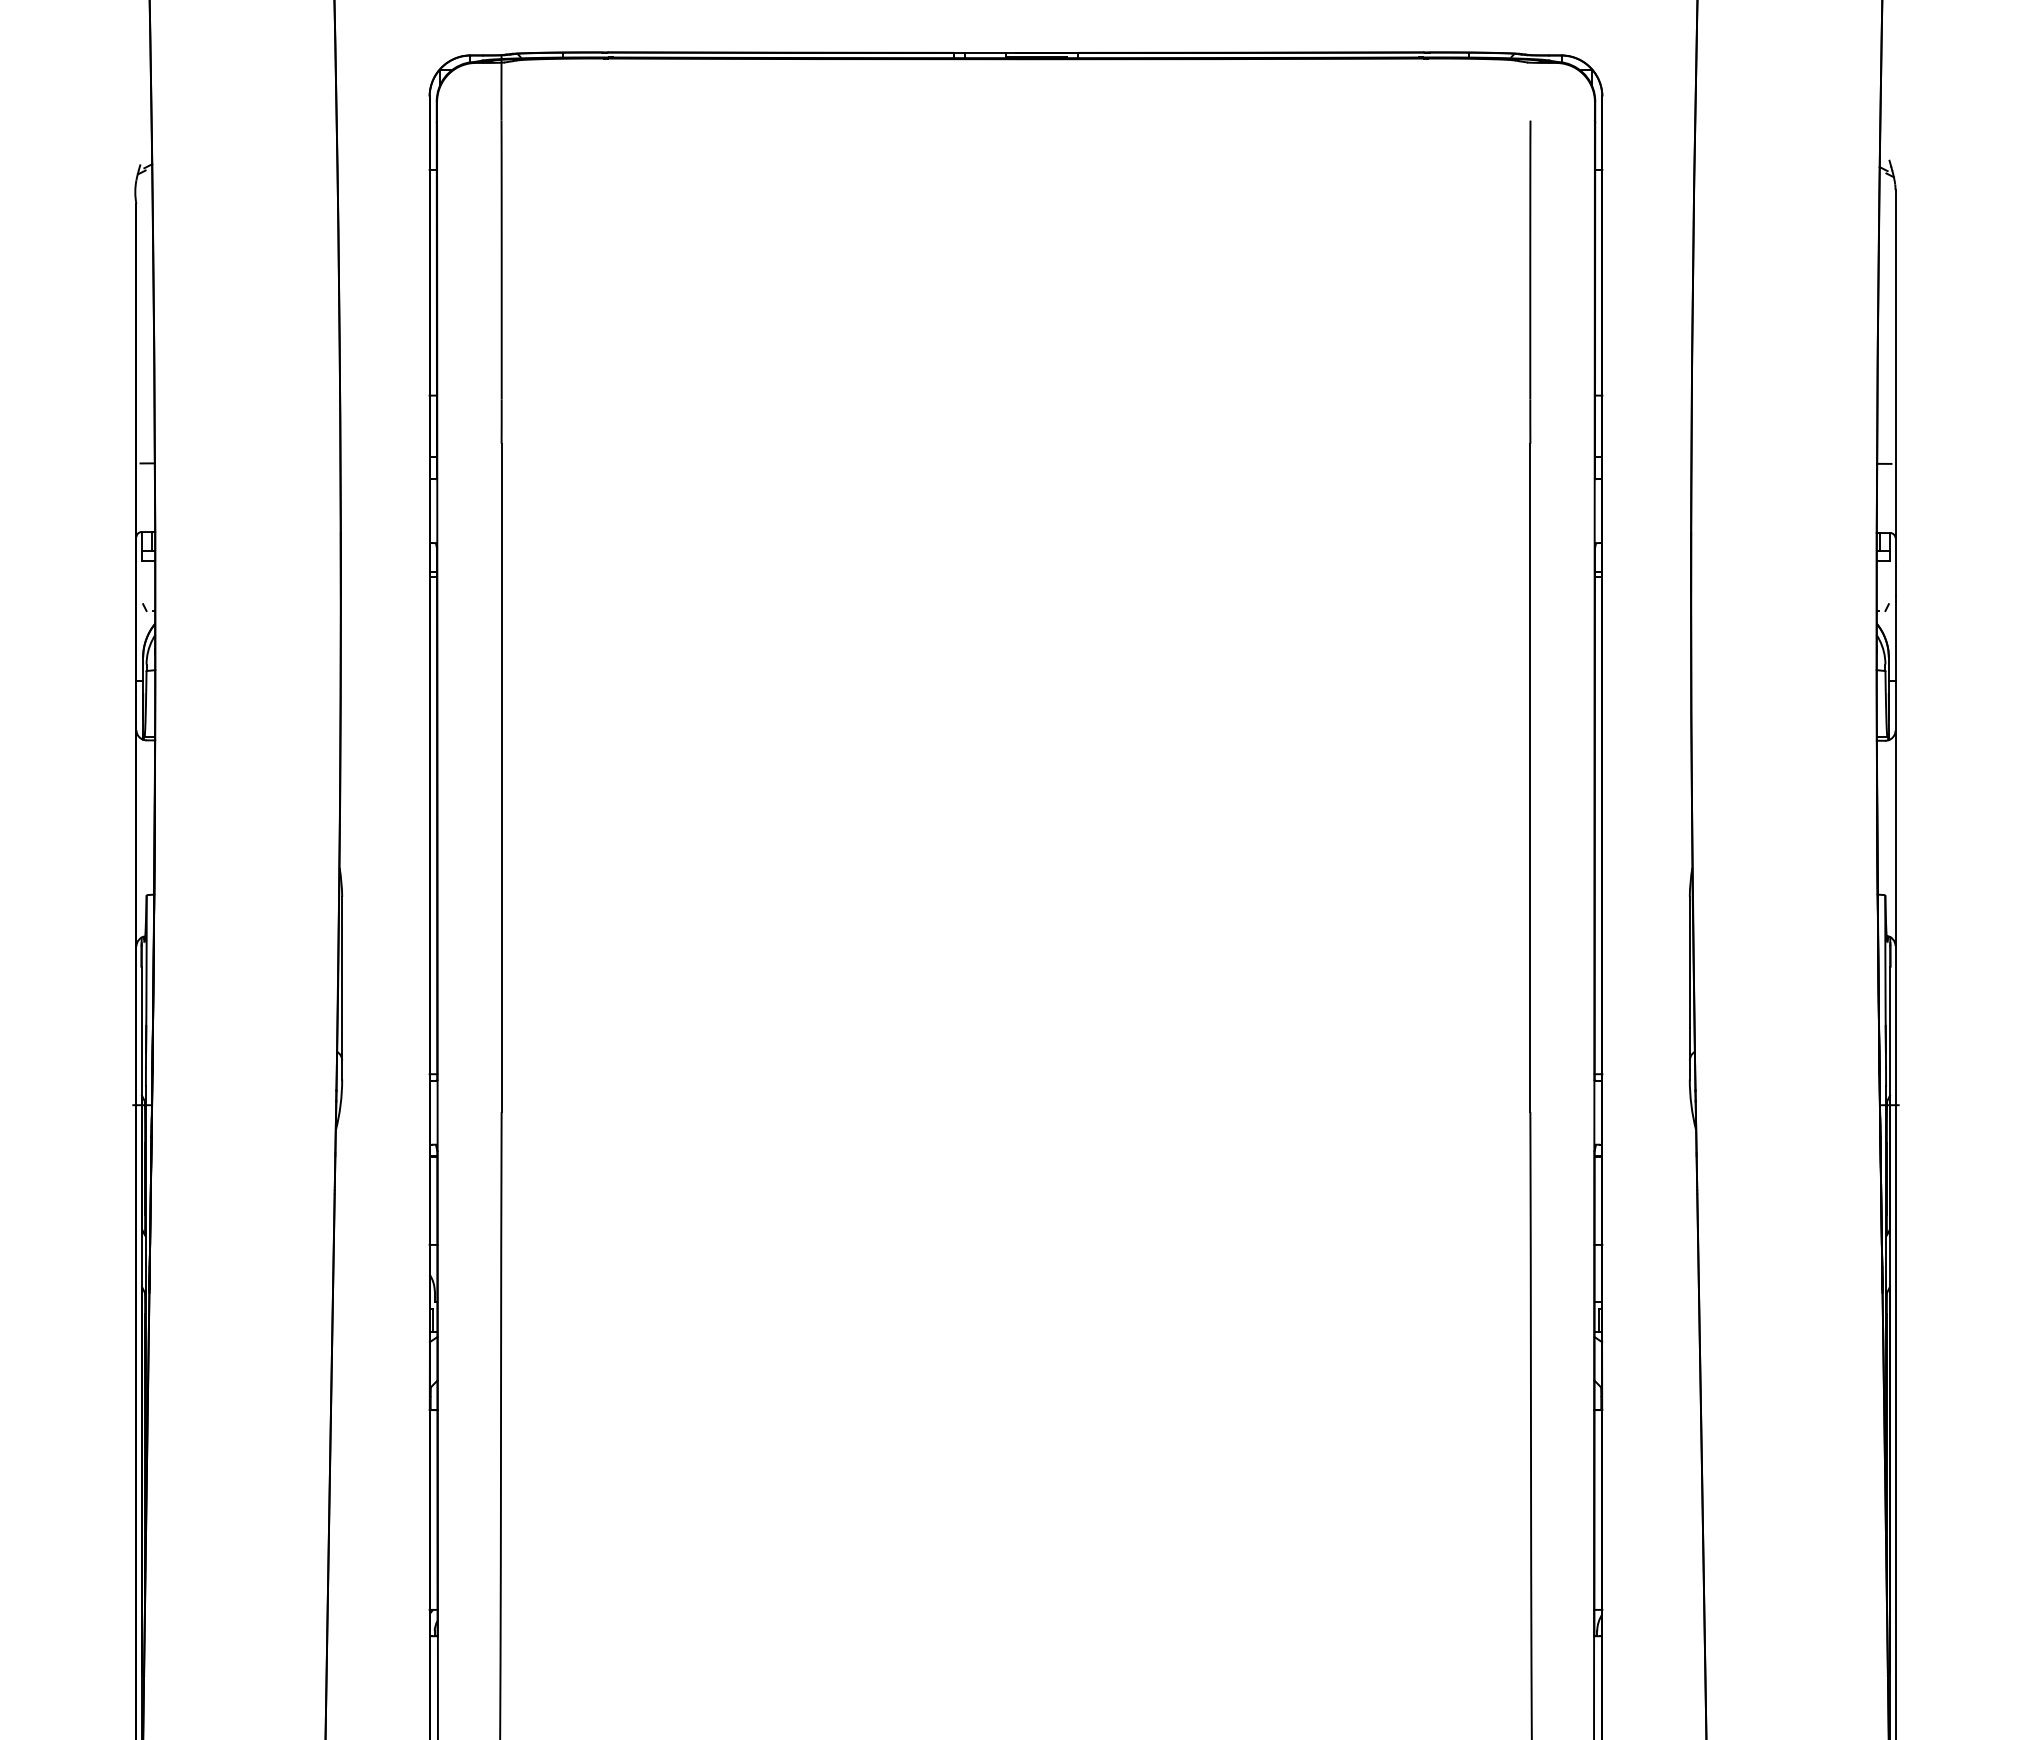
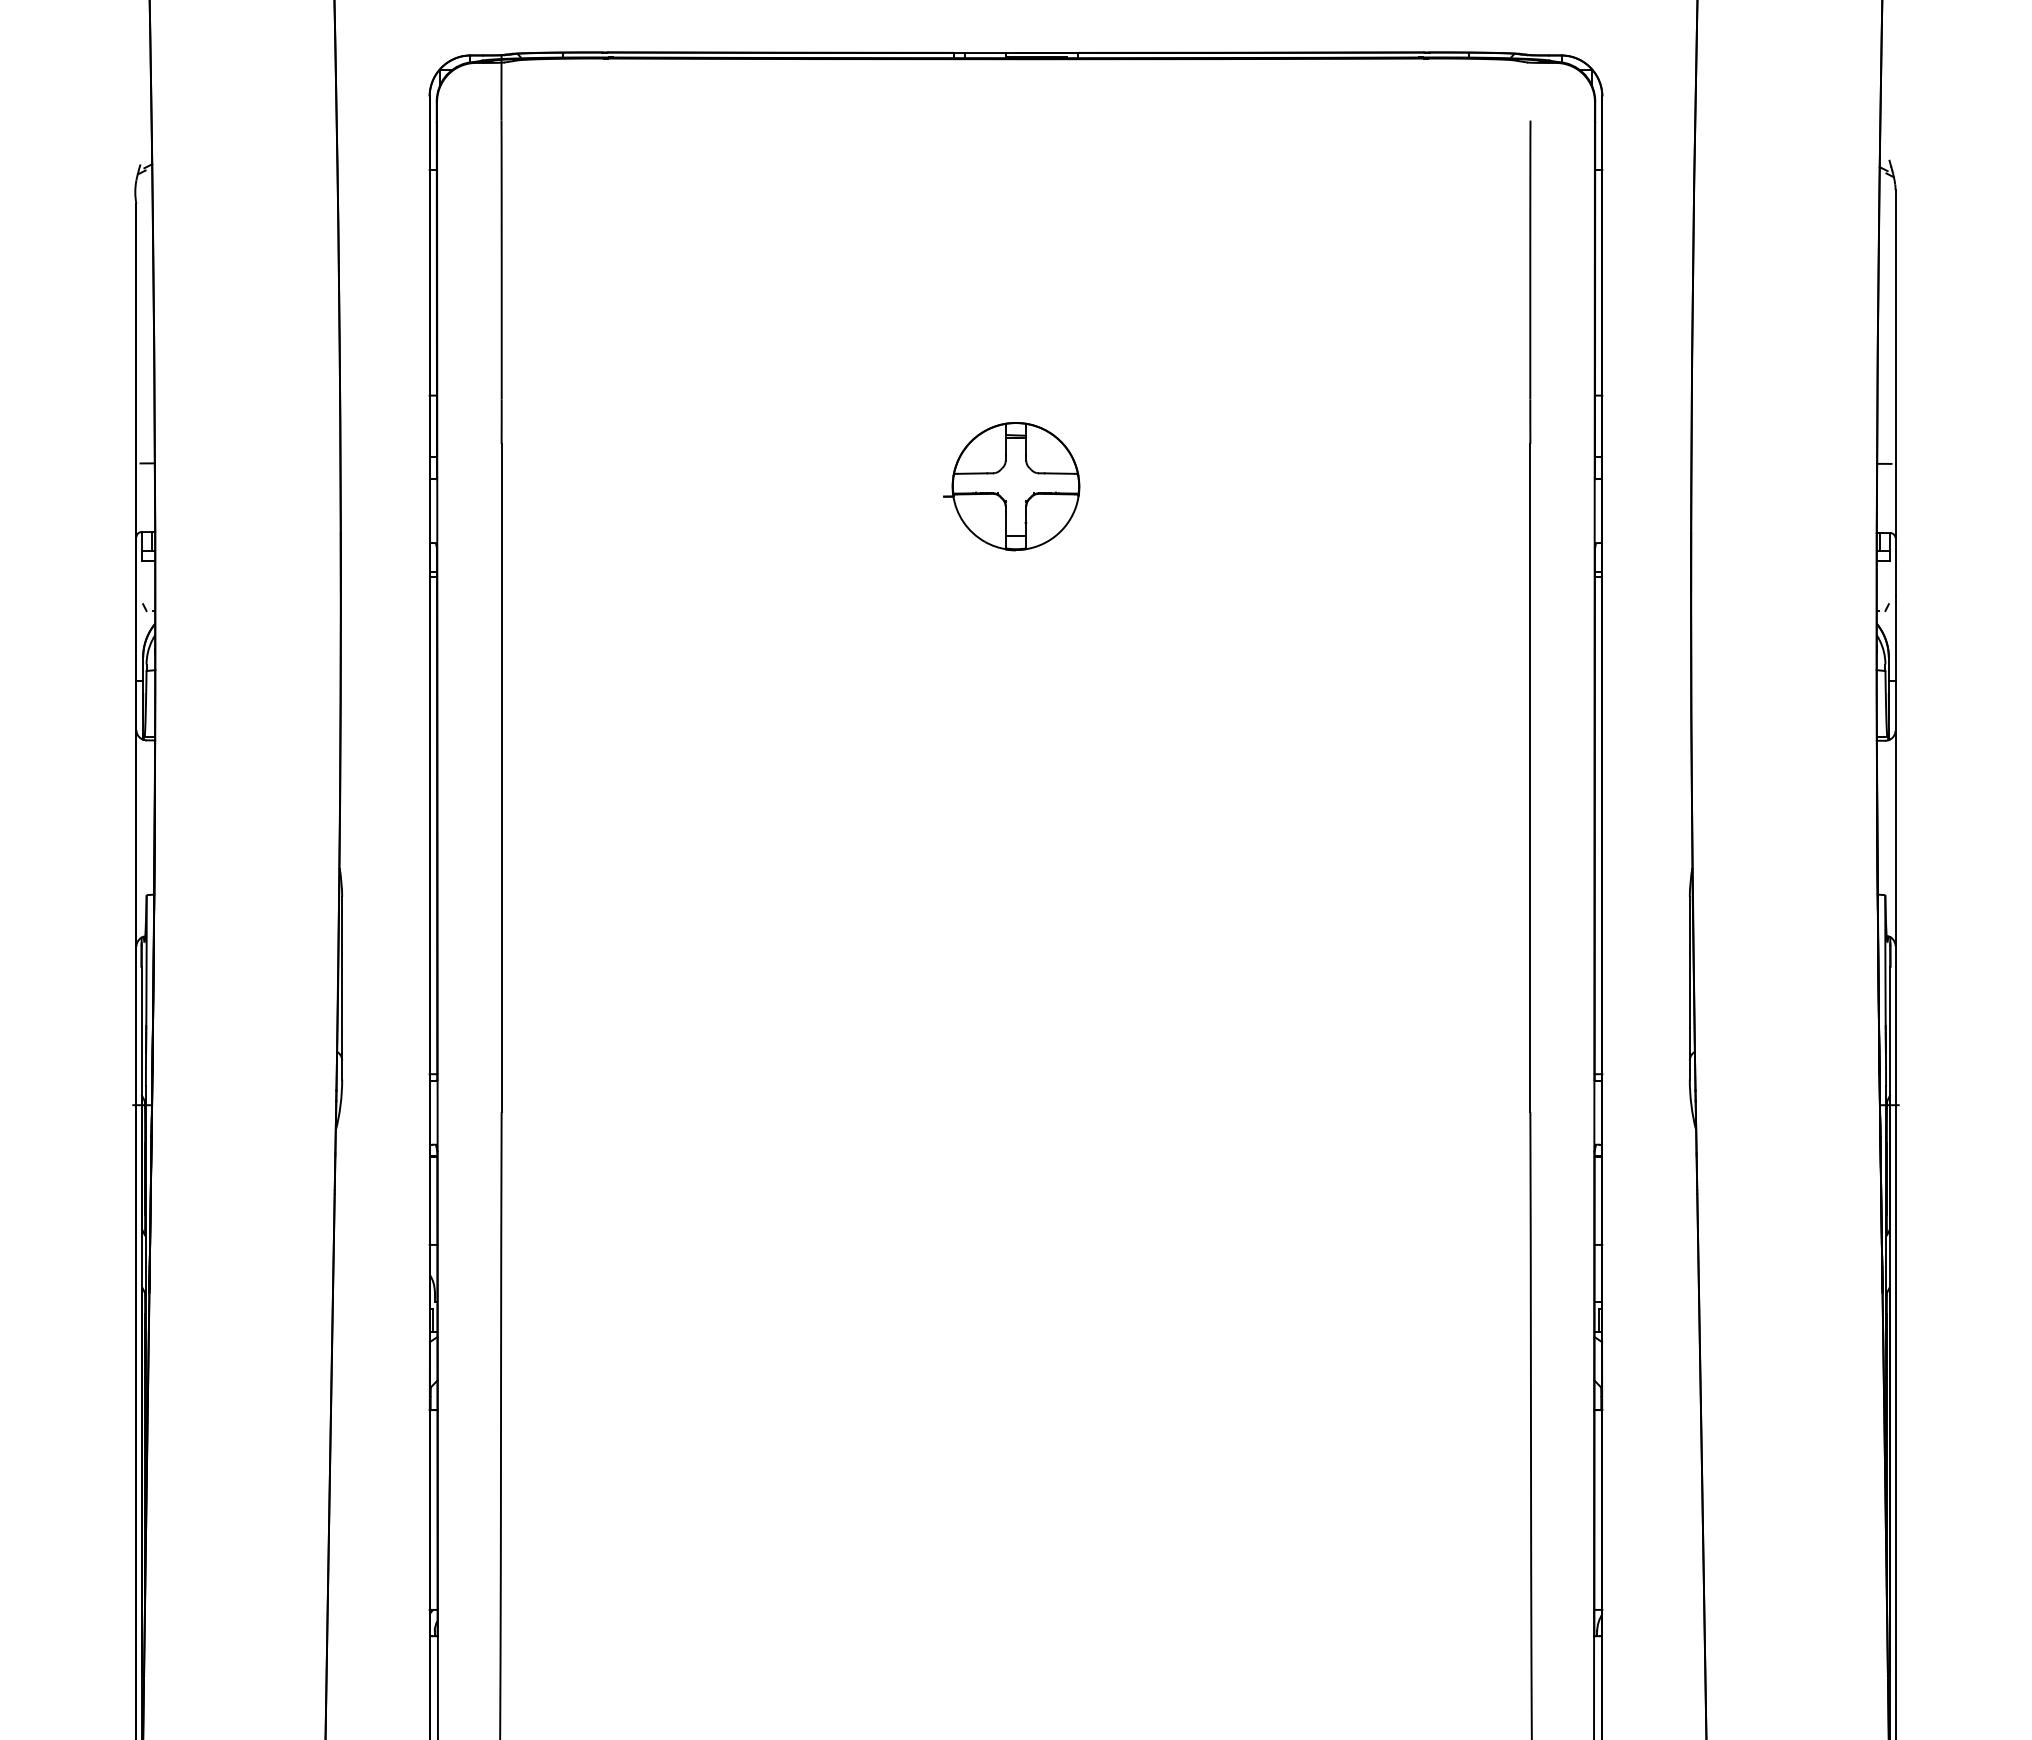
part at (1011, 486): none -> present
